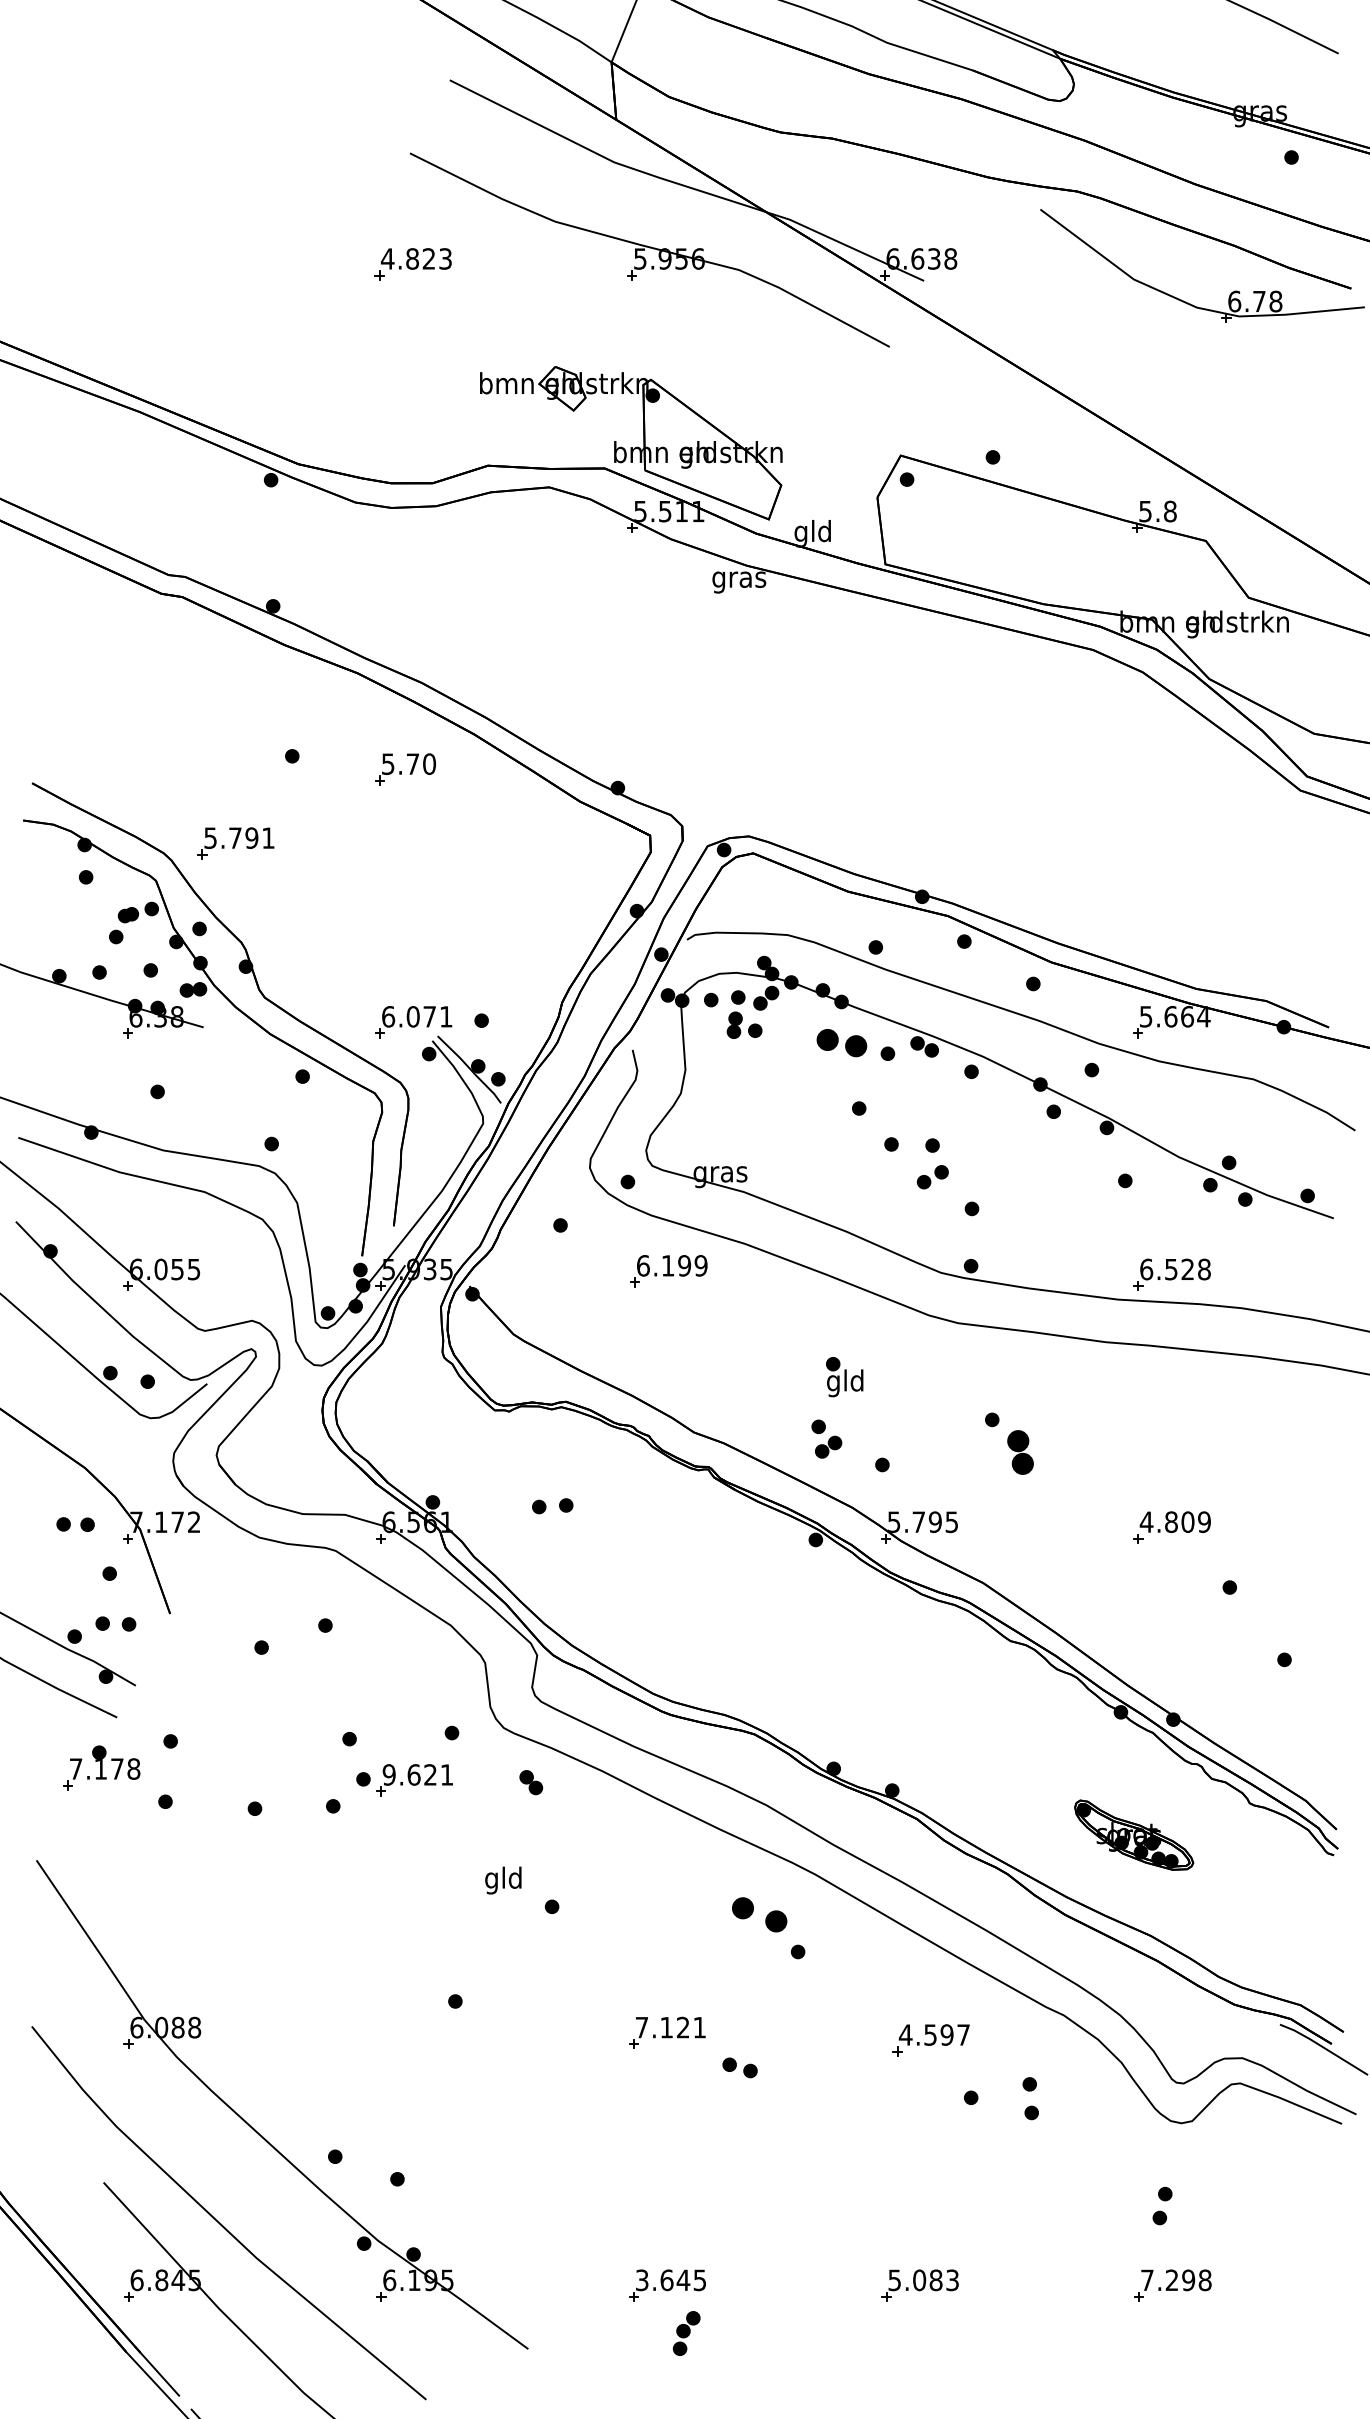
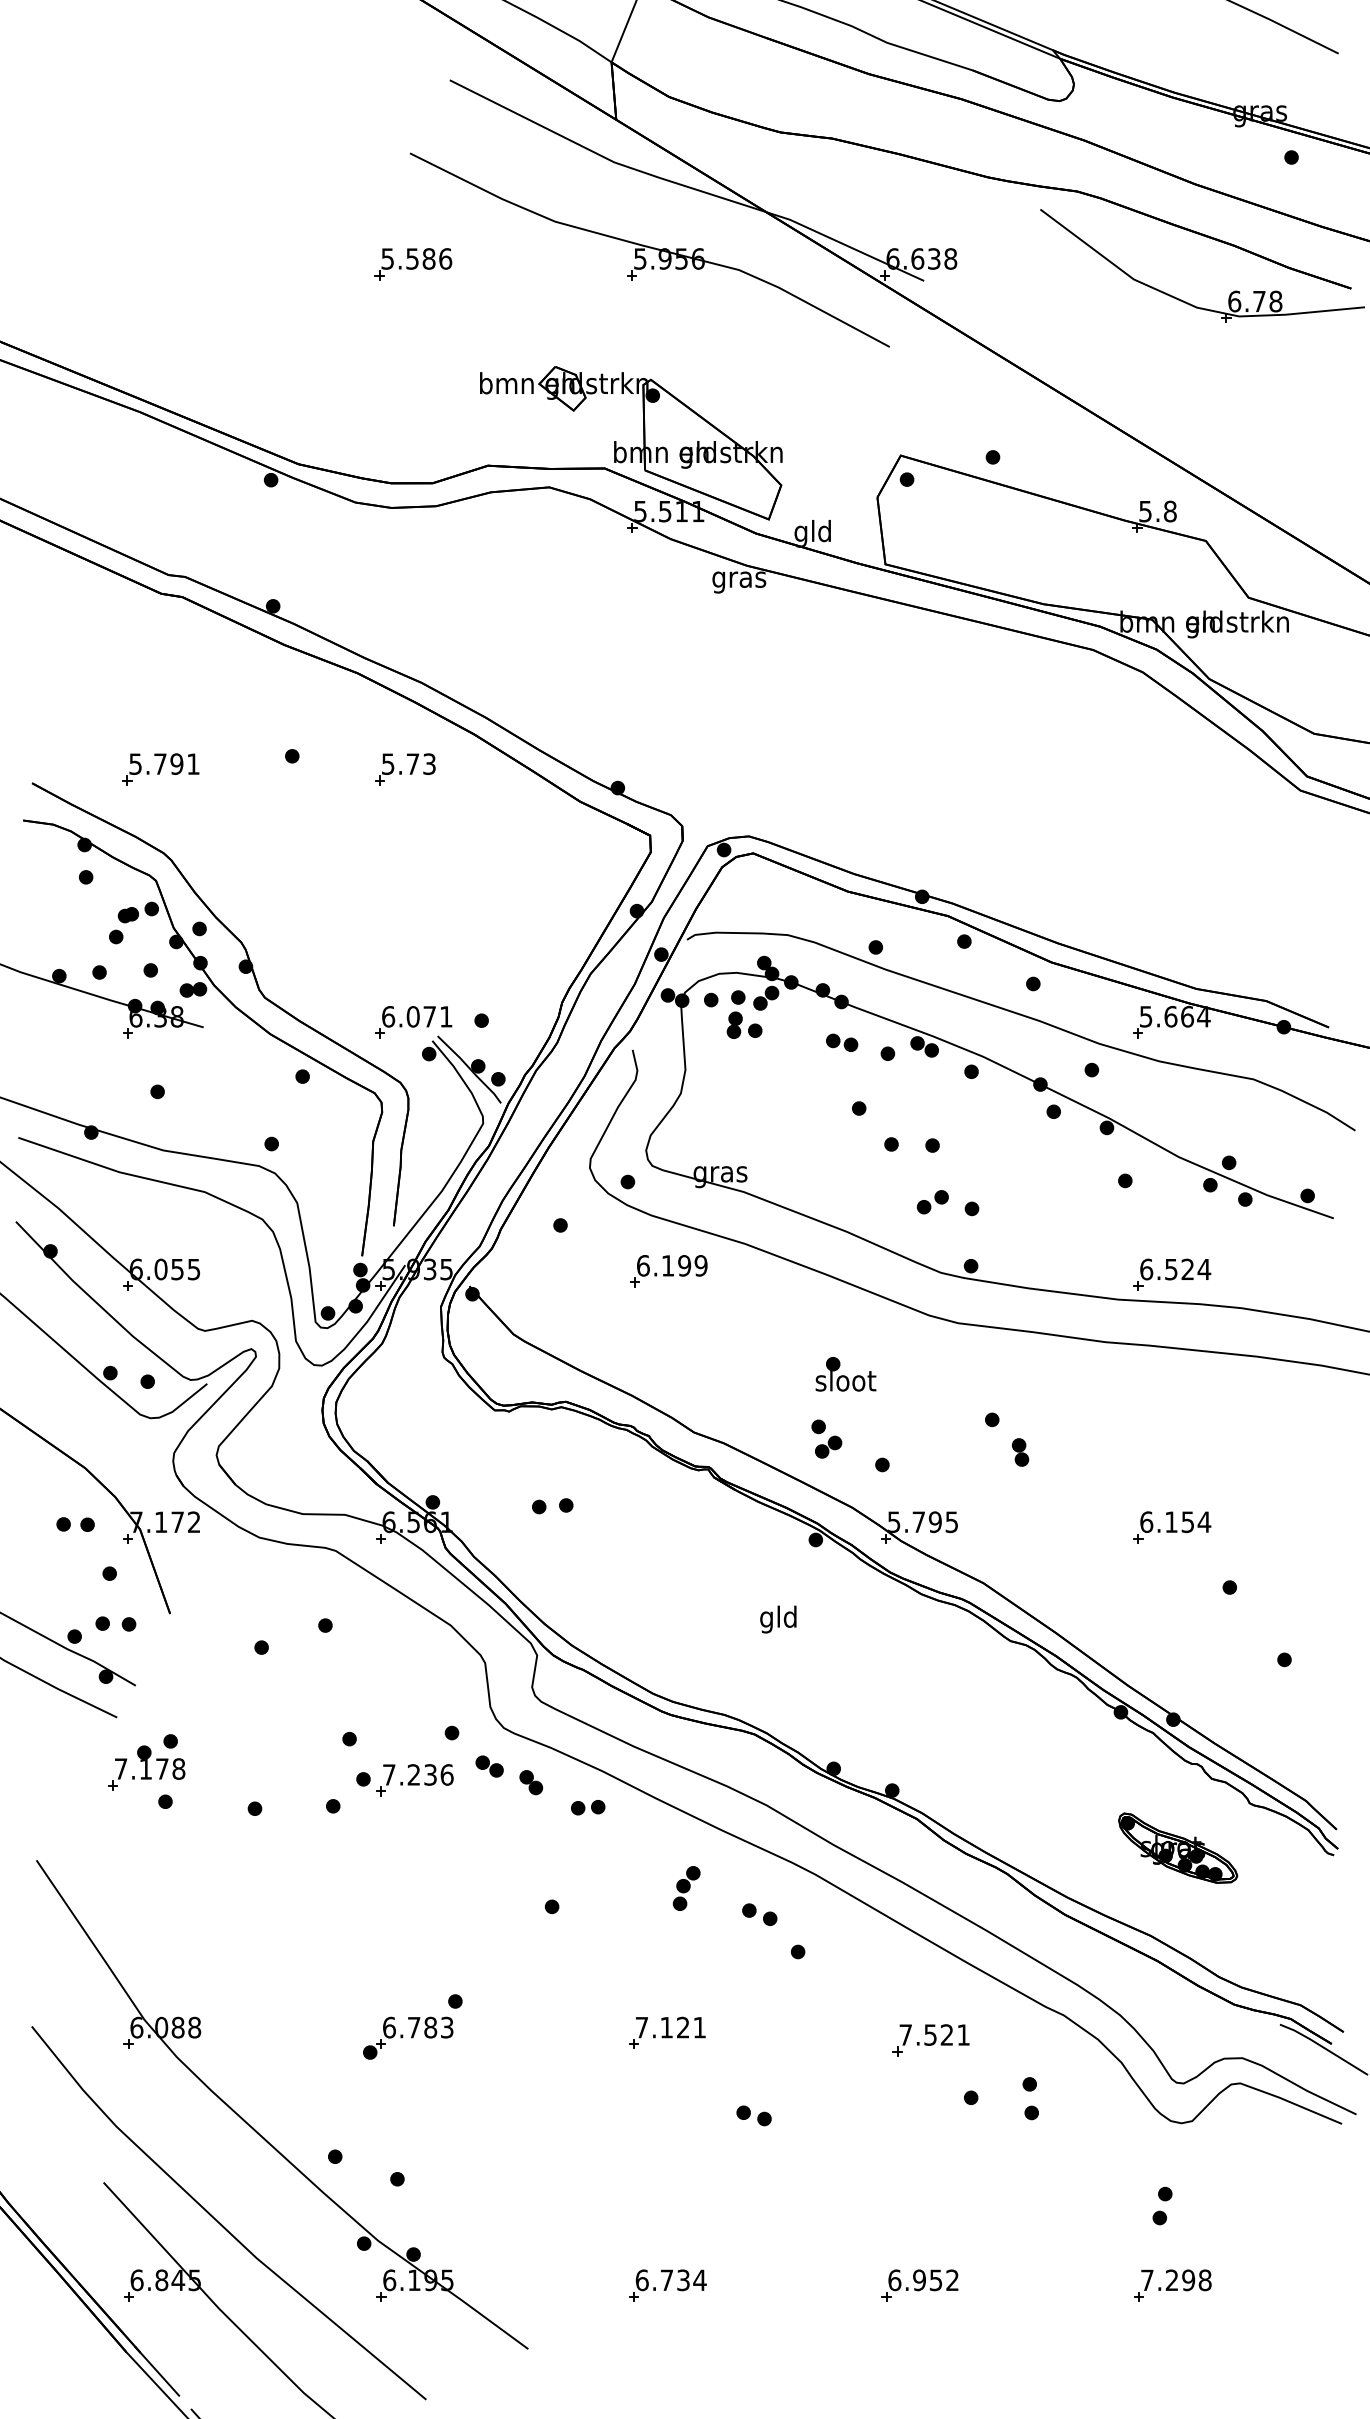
text at (416, 258): 4.823 -> 5.586
text at (429, 763): 5.70 -> 5.73
part at (235, 843) position: (235, 843) -> (160, 769)
part at (841, 1043) size: 52x29 px -> 33x19 px
part at (932, 1177) position: (932, 1177) -> (932, 1202)
text at (1204, 1269): 6.528 -> 6.524
text at (845, 1383): gld -> sloot
part at (1020, 1452) size: 27x45 px -> 19x29 px
text at (1175, 1522): 4.809 -> 6.154
part at (489, 1766): none -> present
part at (101, 1767) position: (101, 1767) -> (146, 1767)
text at (417, 1774): 9.621 -> 7.236
part at (588, 1807): none -> present
part at (1134, 1834) position: (1134, 1834) -> (1178, 1847)
text at (503, 1880) position: (503, 1880) -> (778, 1619)
part at (759, 1914) size: 56x36 px -> 36x23 px
text at (933, 2034): 4.597 -> 7.521
part at (408, 2037): none -> present
part at (739, 2067) position: (739, 2067) -> (753, 2115)
text at (670, 2280): 3.645 -> 6.734
text at (923, 2280): 5.083 -> 6.952
part at (686, 2333) position: (686, 2333) -> (686, 1888)
